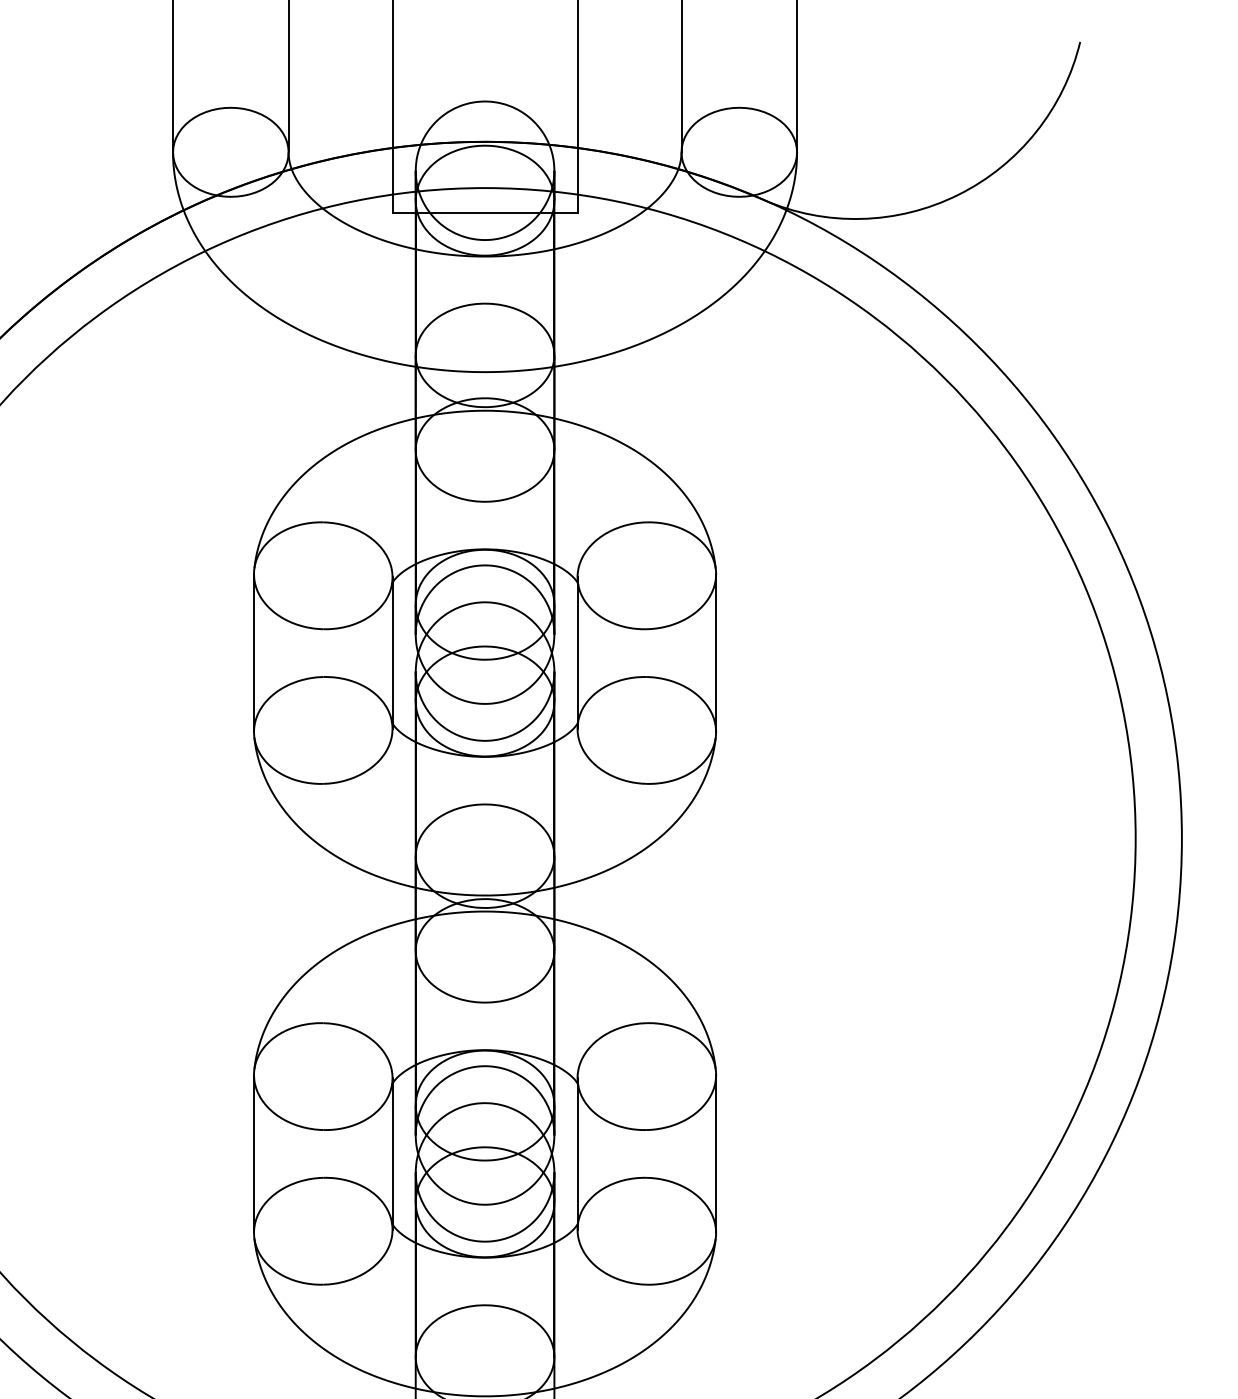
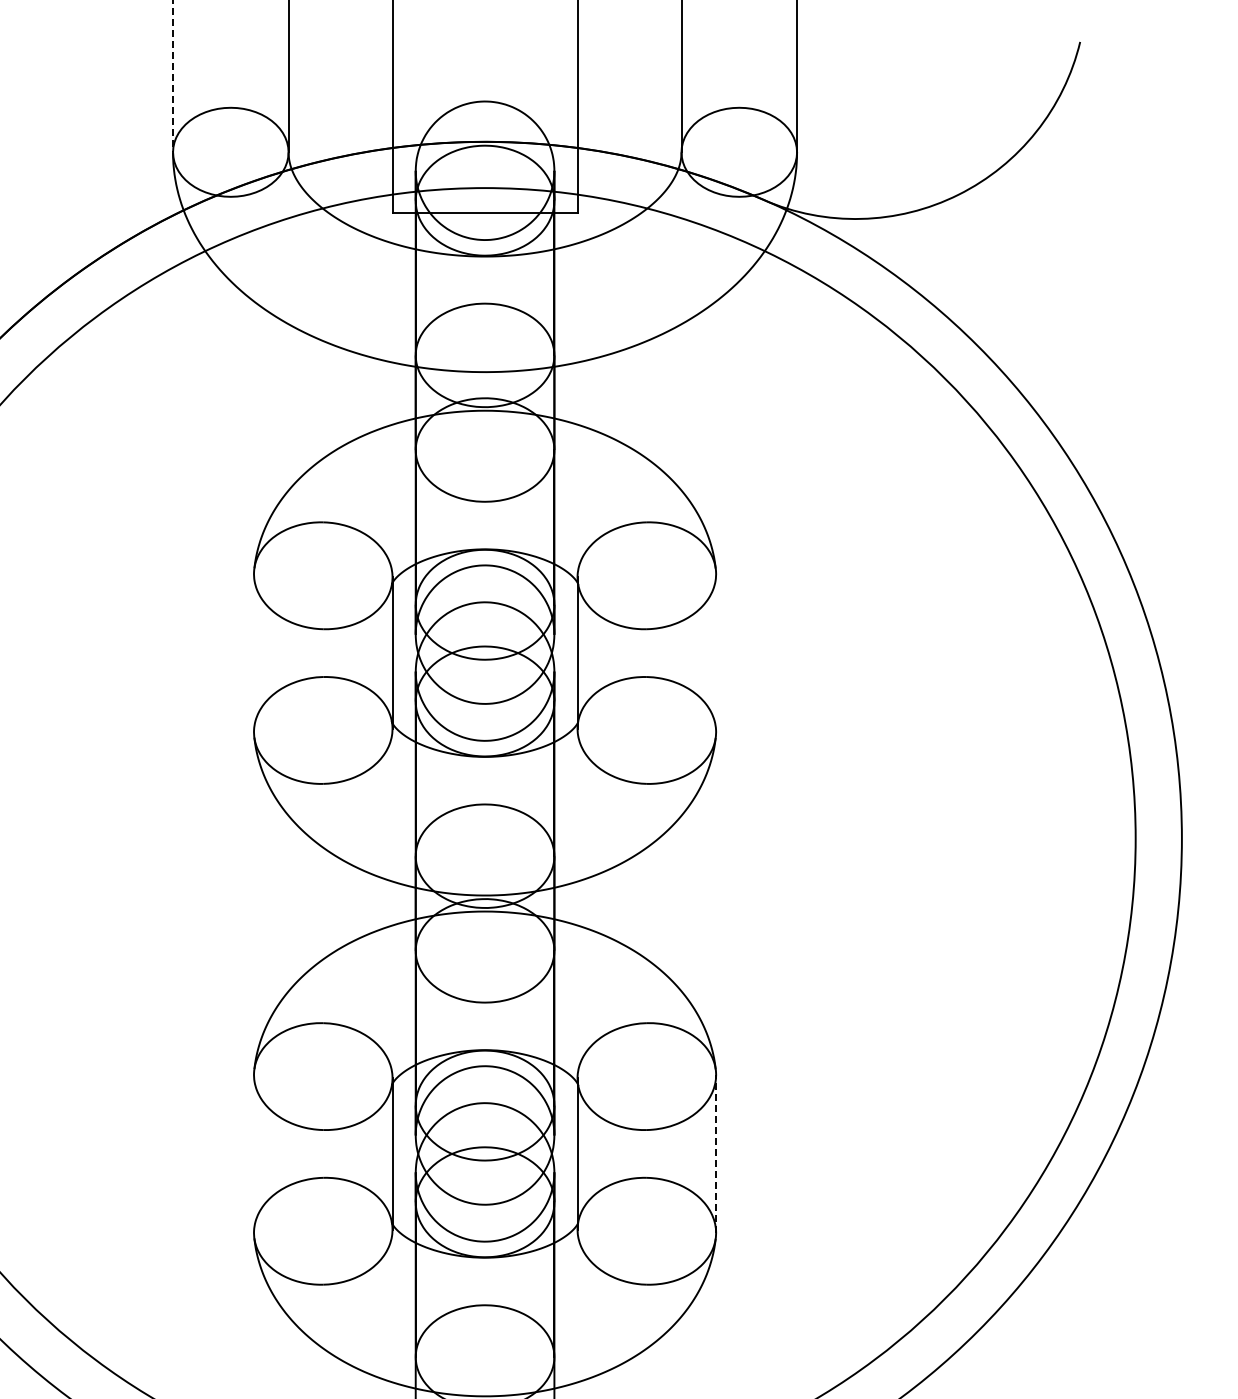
line at (173, 76): solid -> dashed
line at (253, 653): present -> none
line at (716, 653): present -> none
line at (253, 1153): present -> none
line at (716, 1153): solid -> dashed
